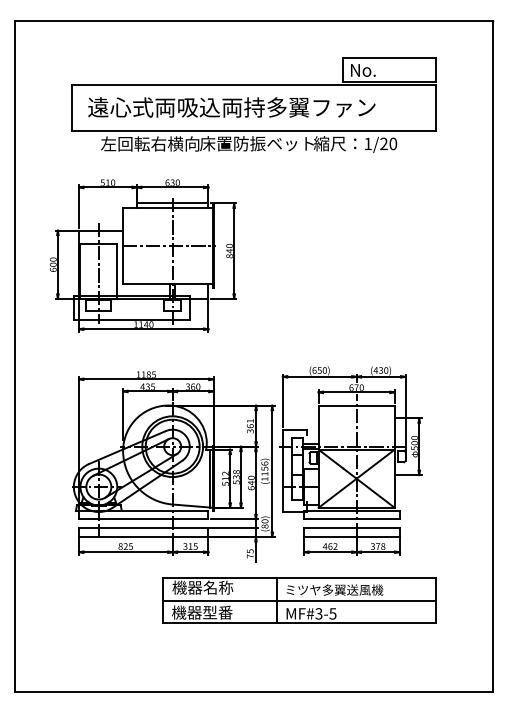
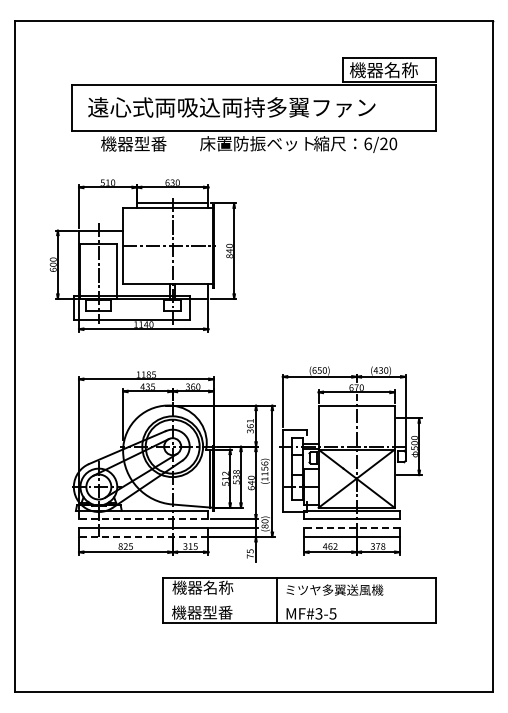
text at (383, 70): No. -> 機器名称
text at (150, 143): 左回転右横向 -> 機器型番
text at (368, 143): 1/20 -> 6/20
line at (143, 519): solid -> dashed
line at (351, 528): solid -> dashed
line at (143, 537): solid -> dashed
line at (299, 600): present -> none
